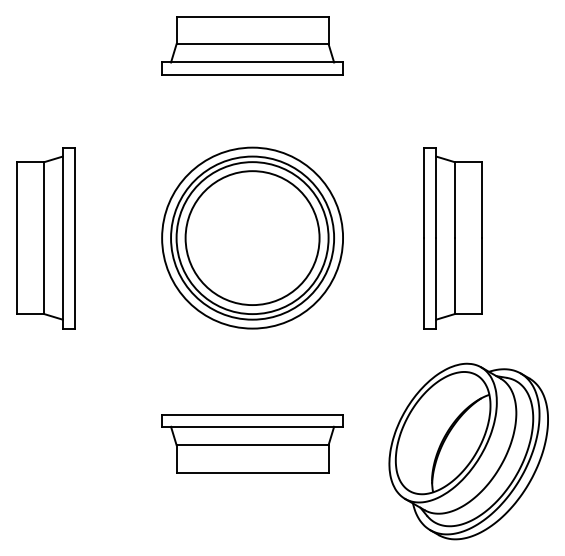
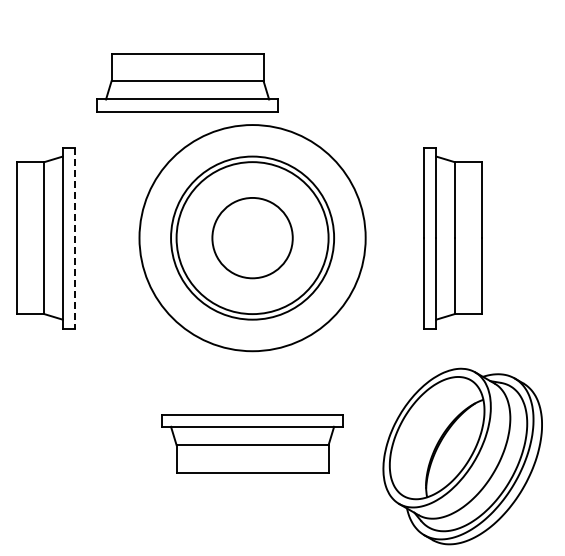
part at (252, 45) position: (252, 45) -> (187, 82)
circle at (252, 237) diameter: 181 px -> 226 px
line at (74, 238): solid -> dashed
circle at (252, 238) diameter: 134 px -> 80 px
part at (468, 451) position: (468, 451) -> (462, 456)
